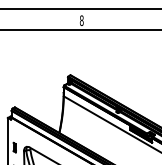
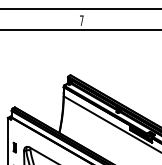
text at (81, 20): 8 -> 7
